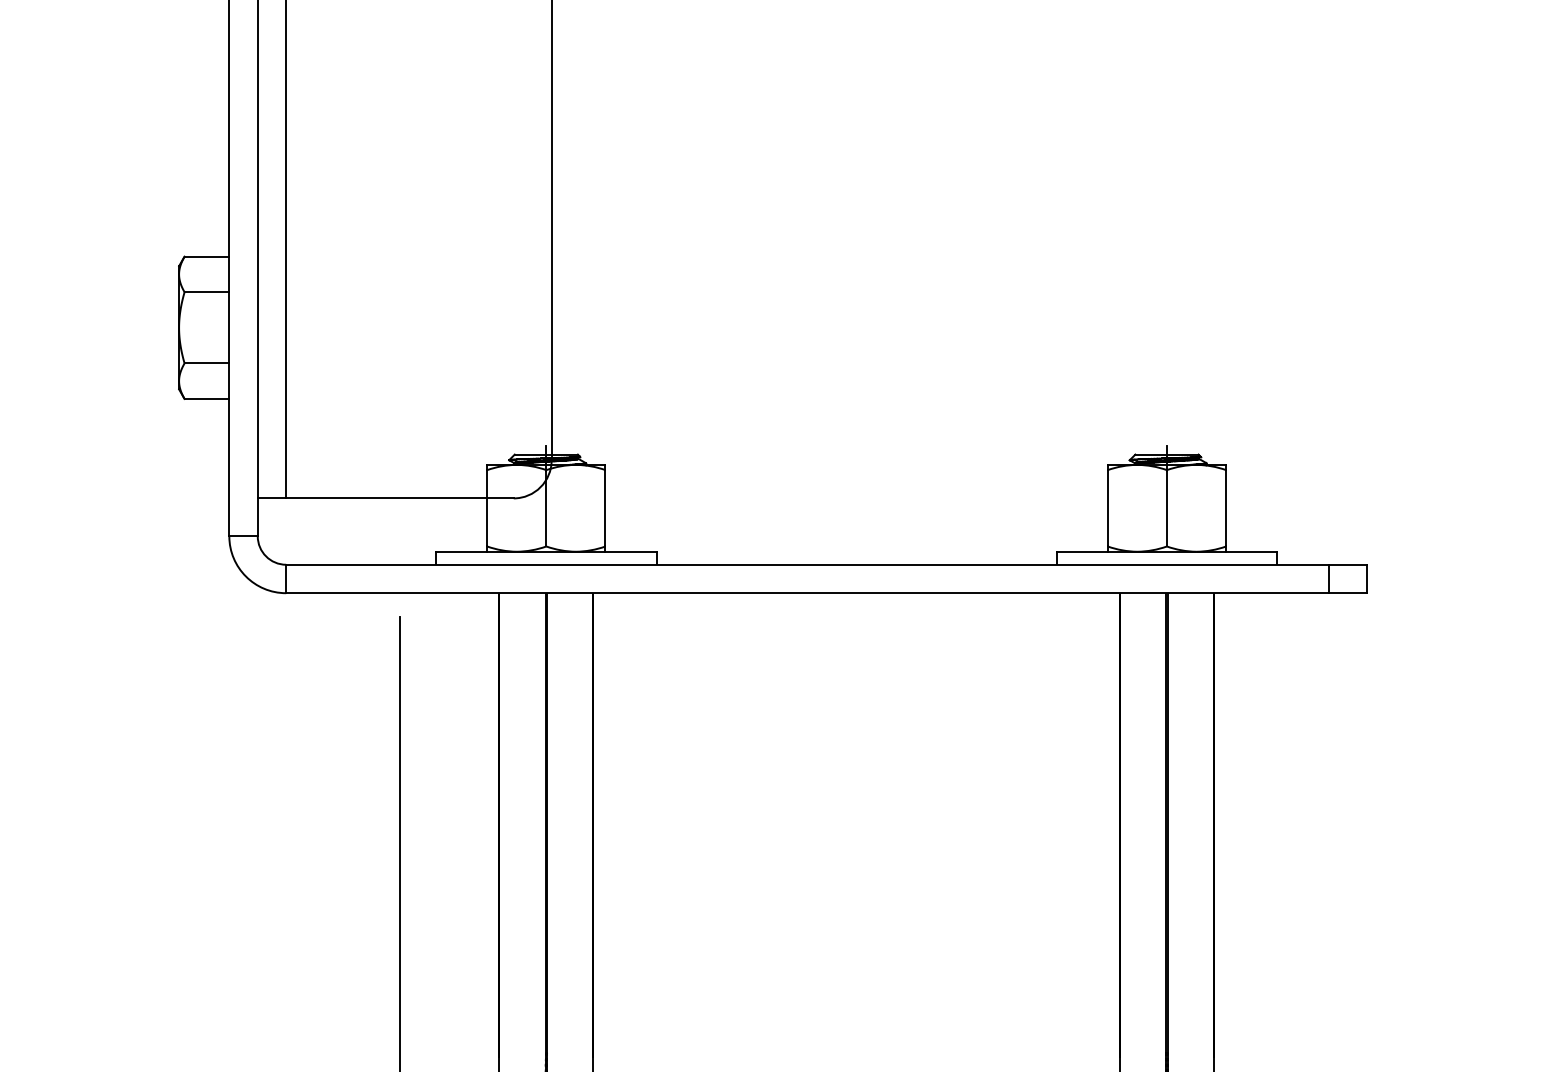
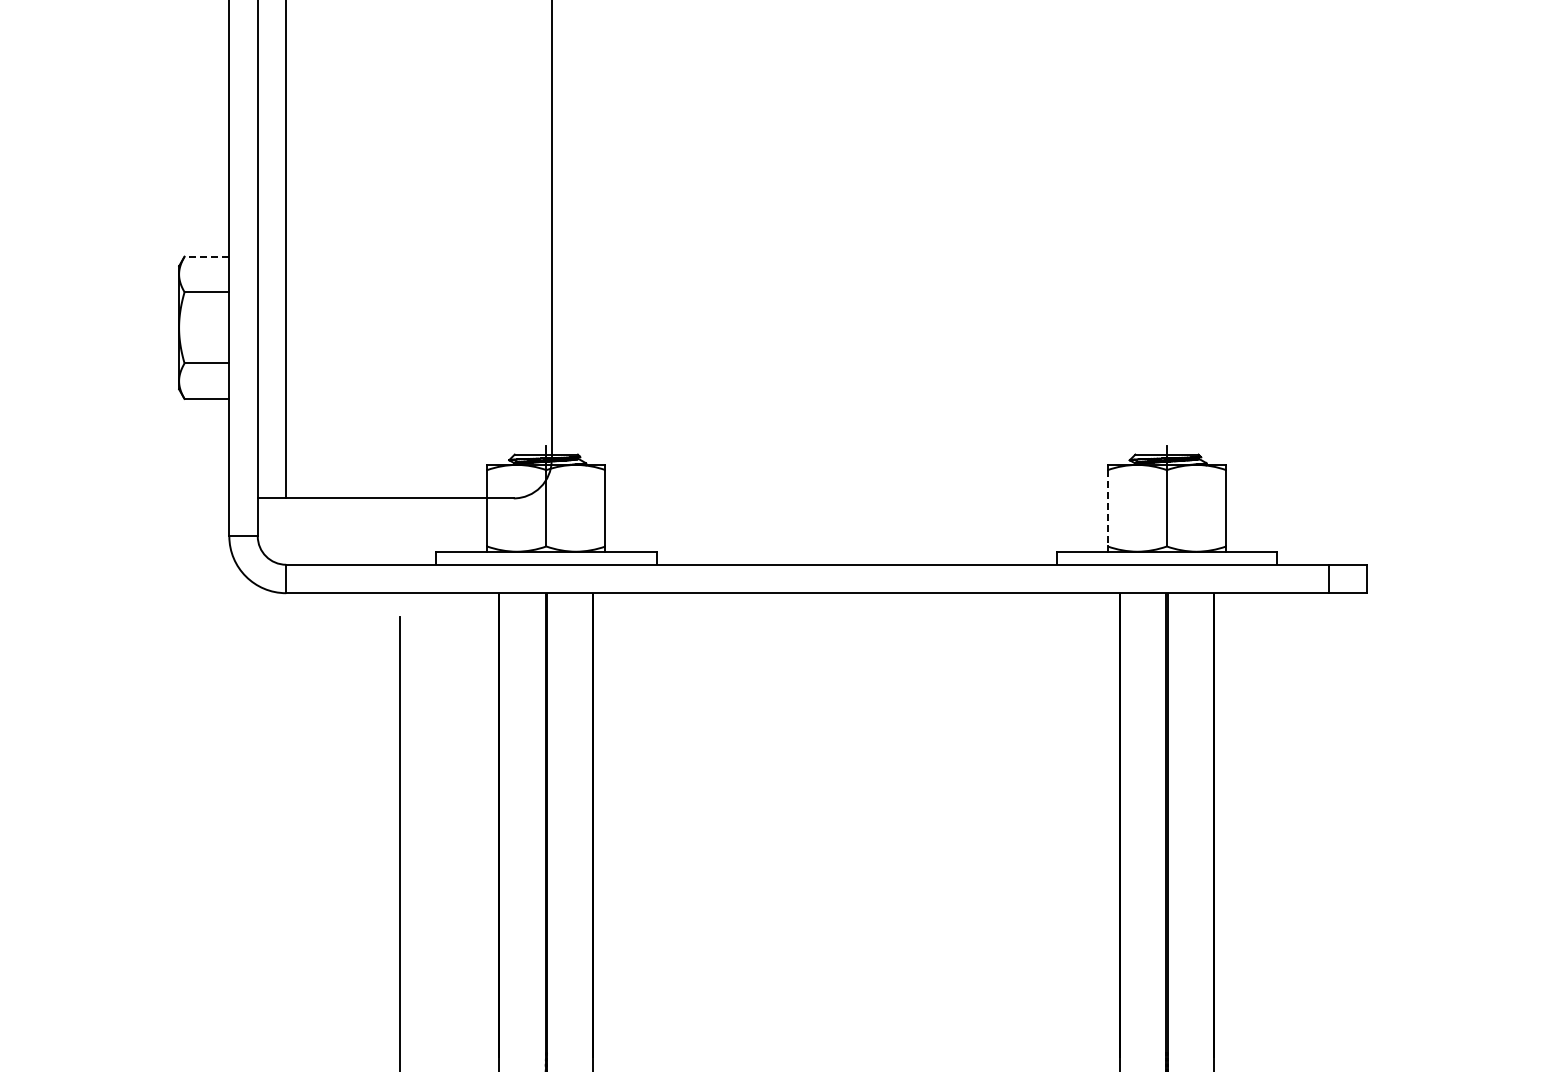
line at (206, 256): solid -> dashed
line at (1107, 508): solid -> dashed
